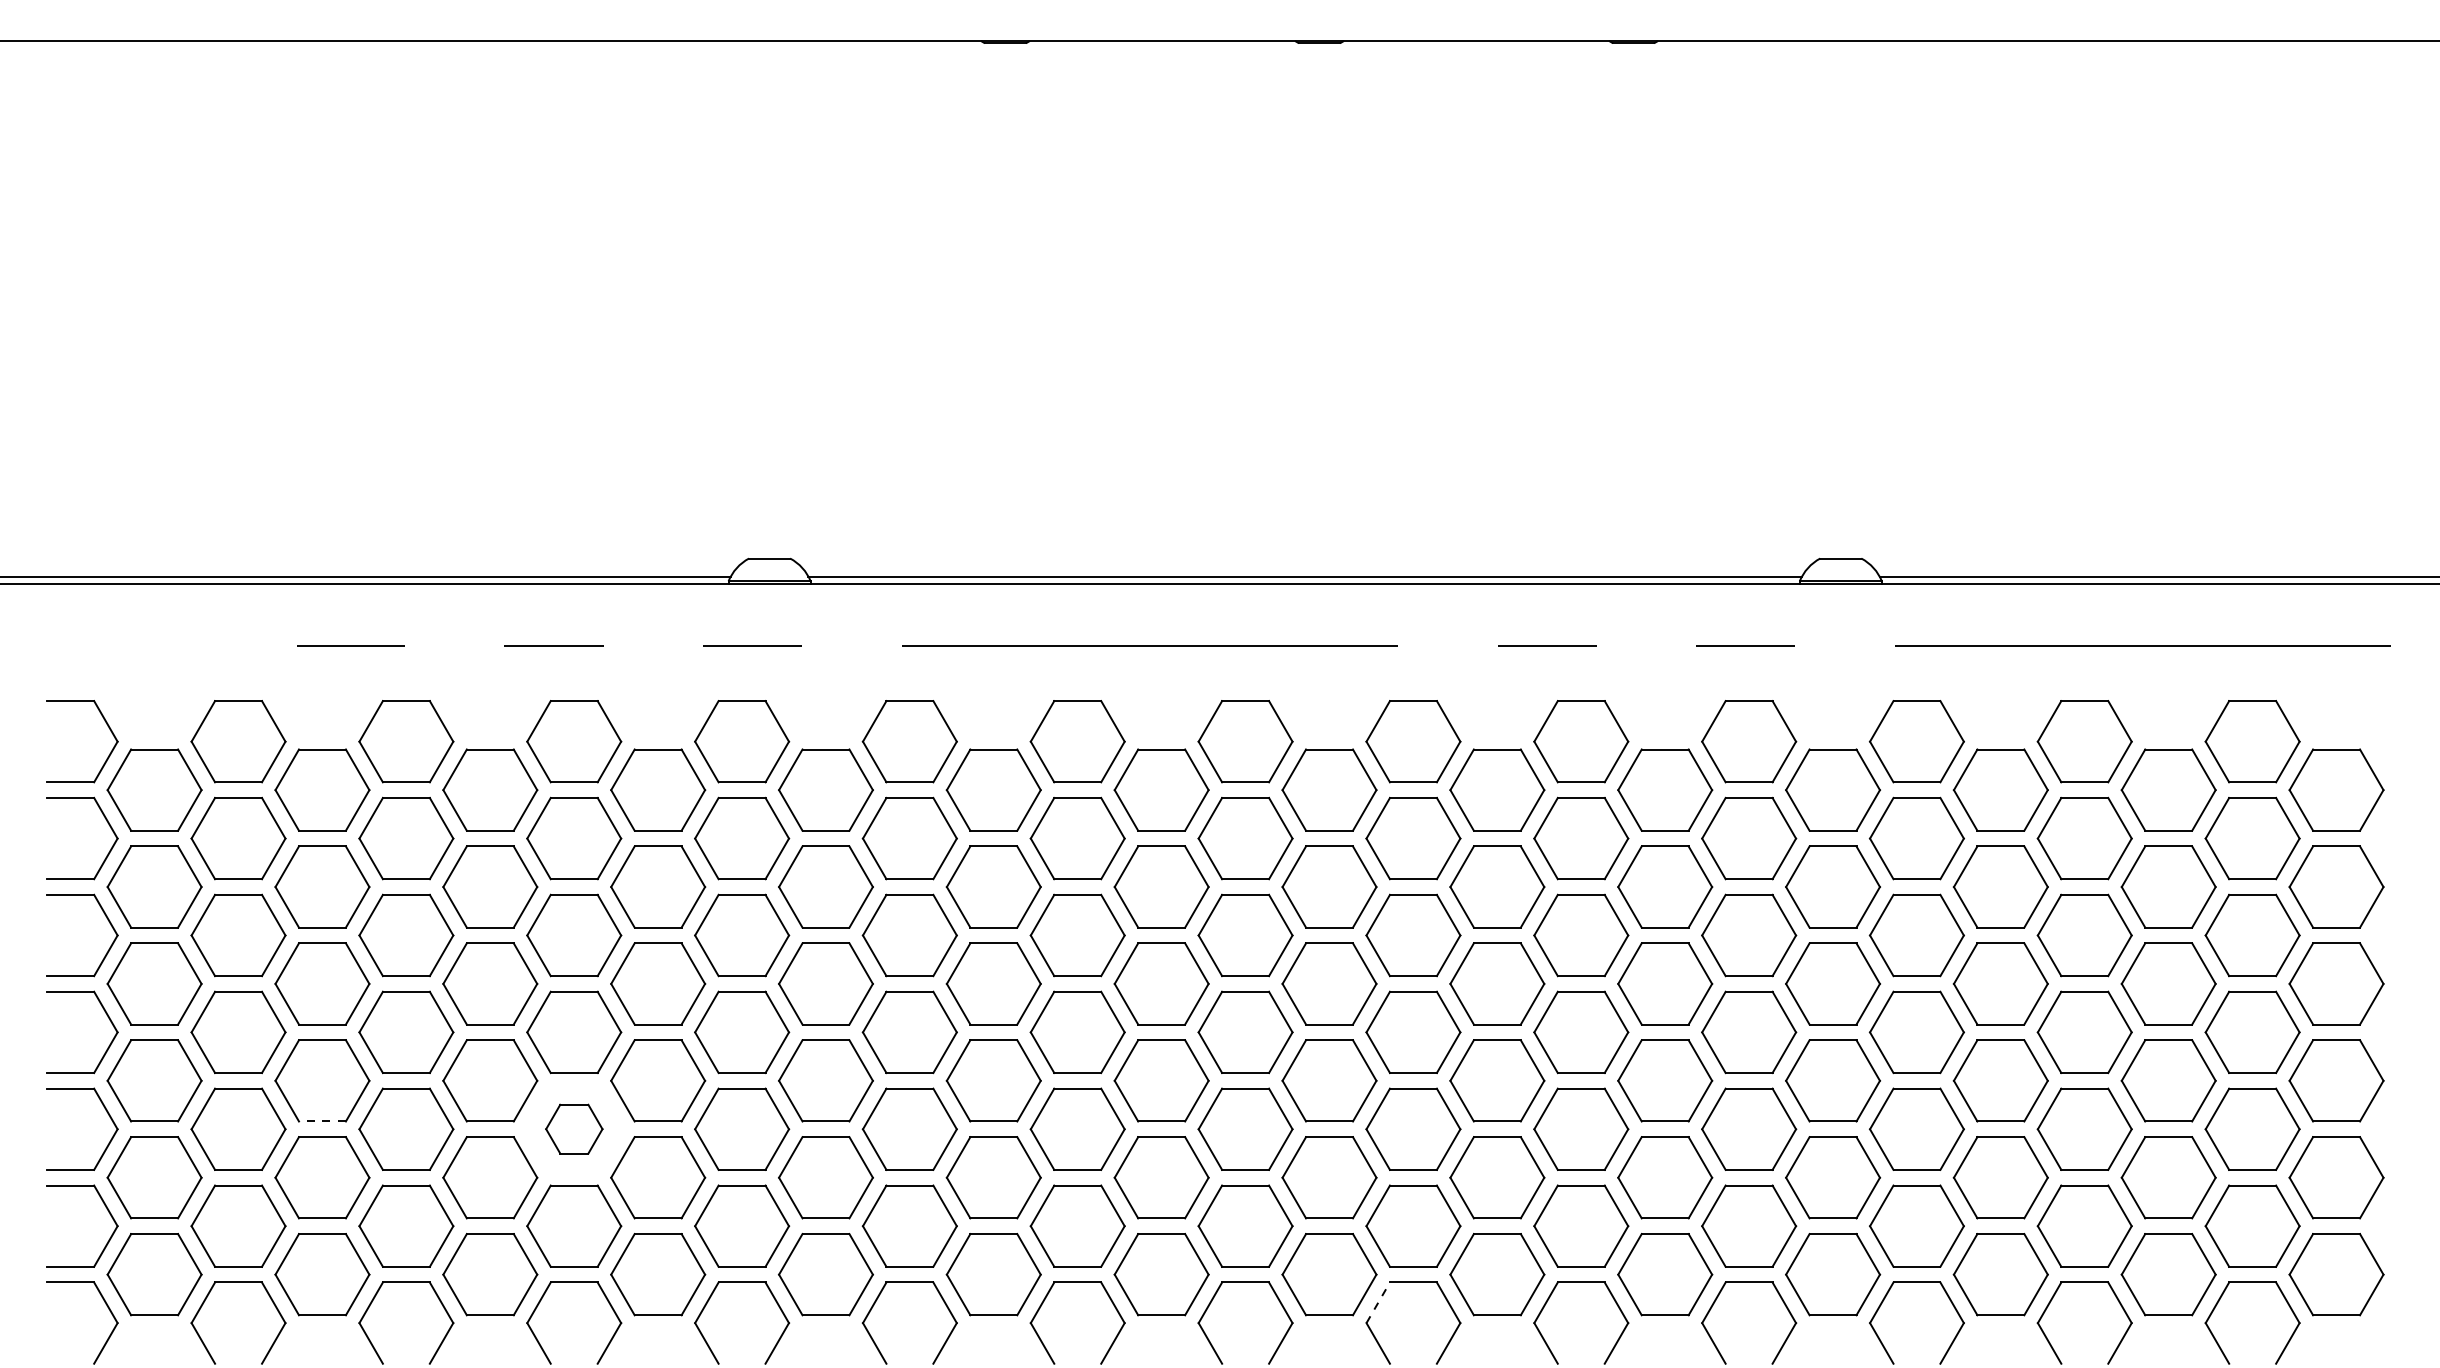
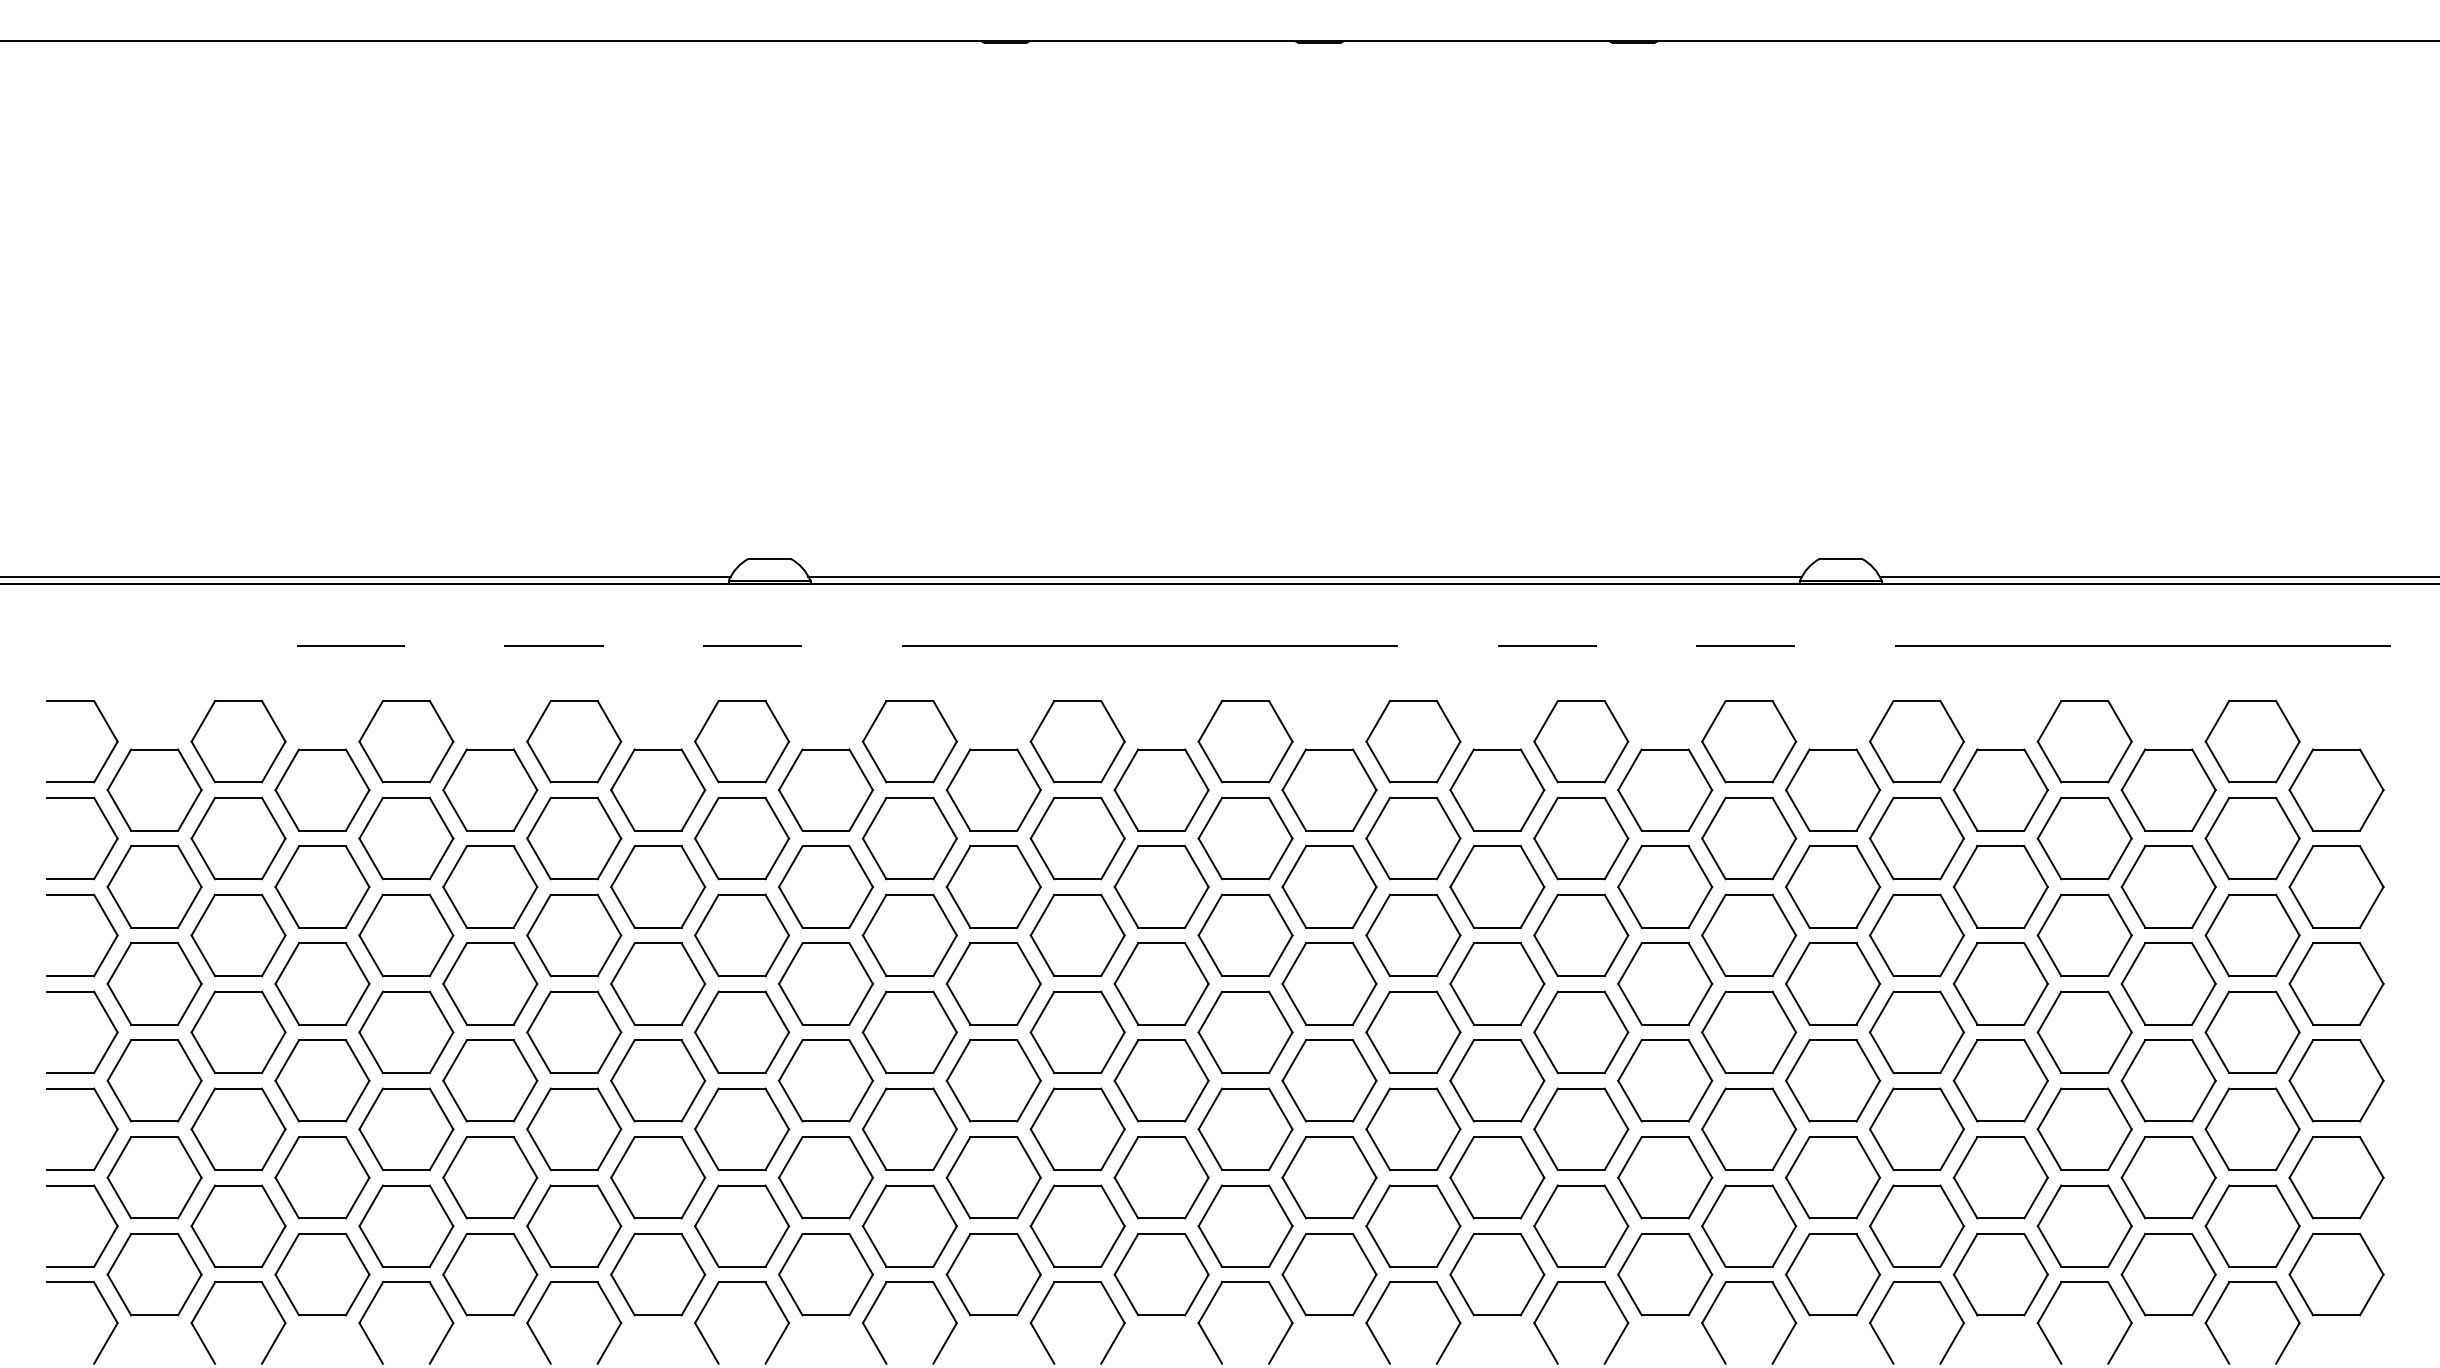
line at (321, 1121): dashed -> solid
part at (574, 1128) size: 59x52 px -> 97x84 px
line at (1378, 1302): dashed -> solid
